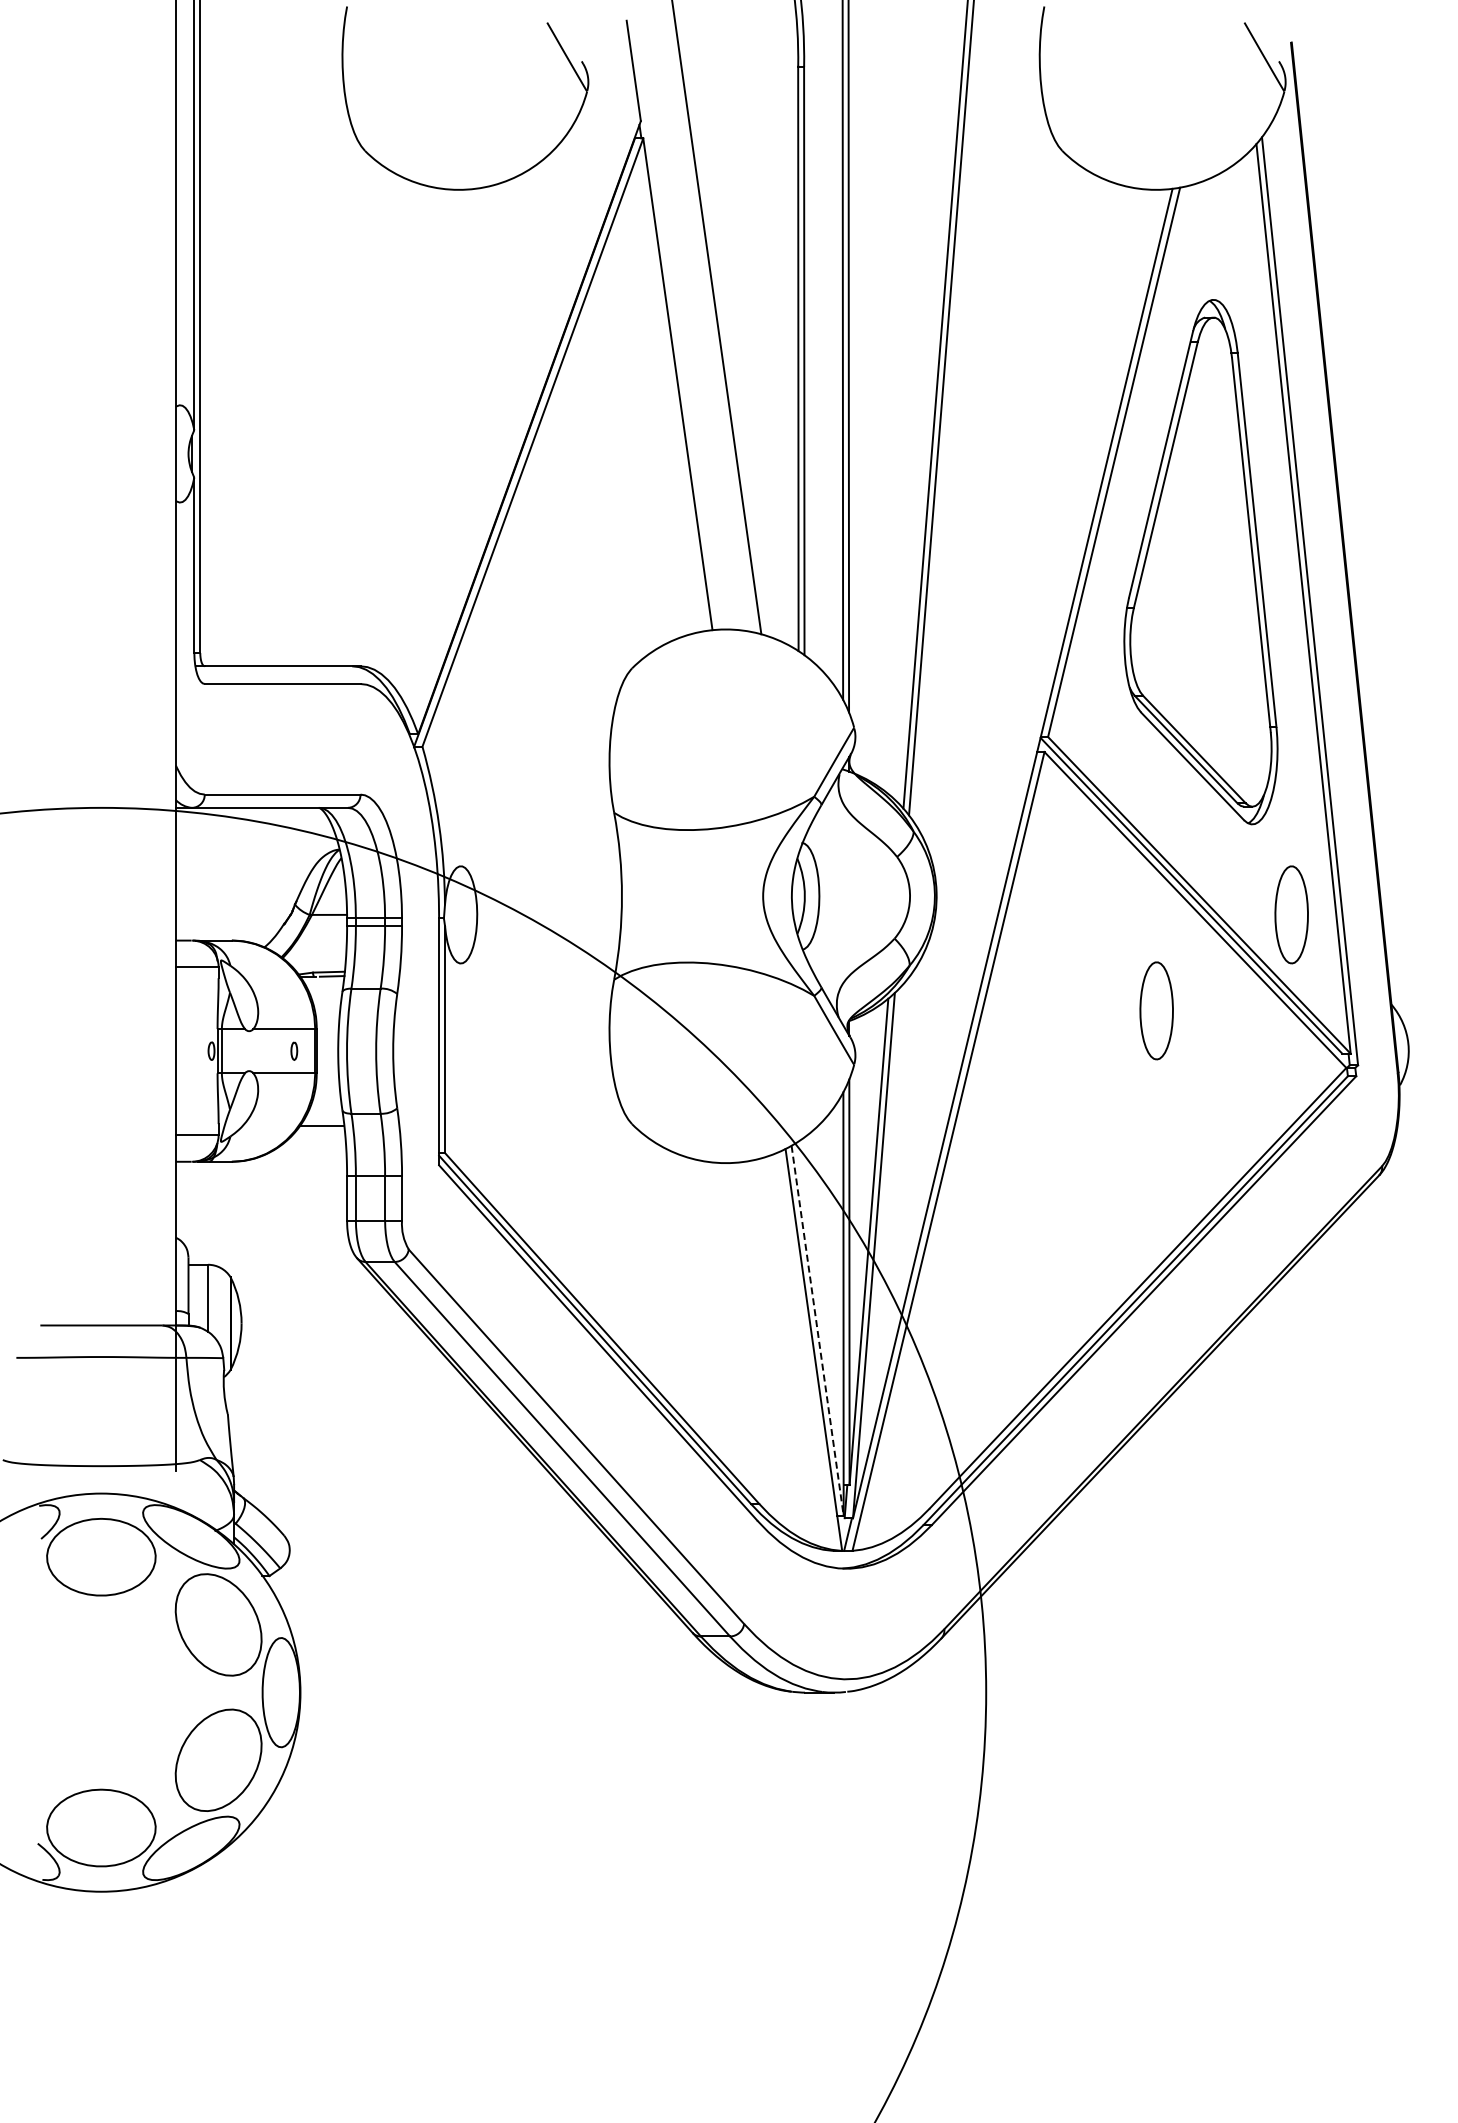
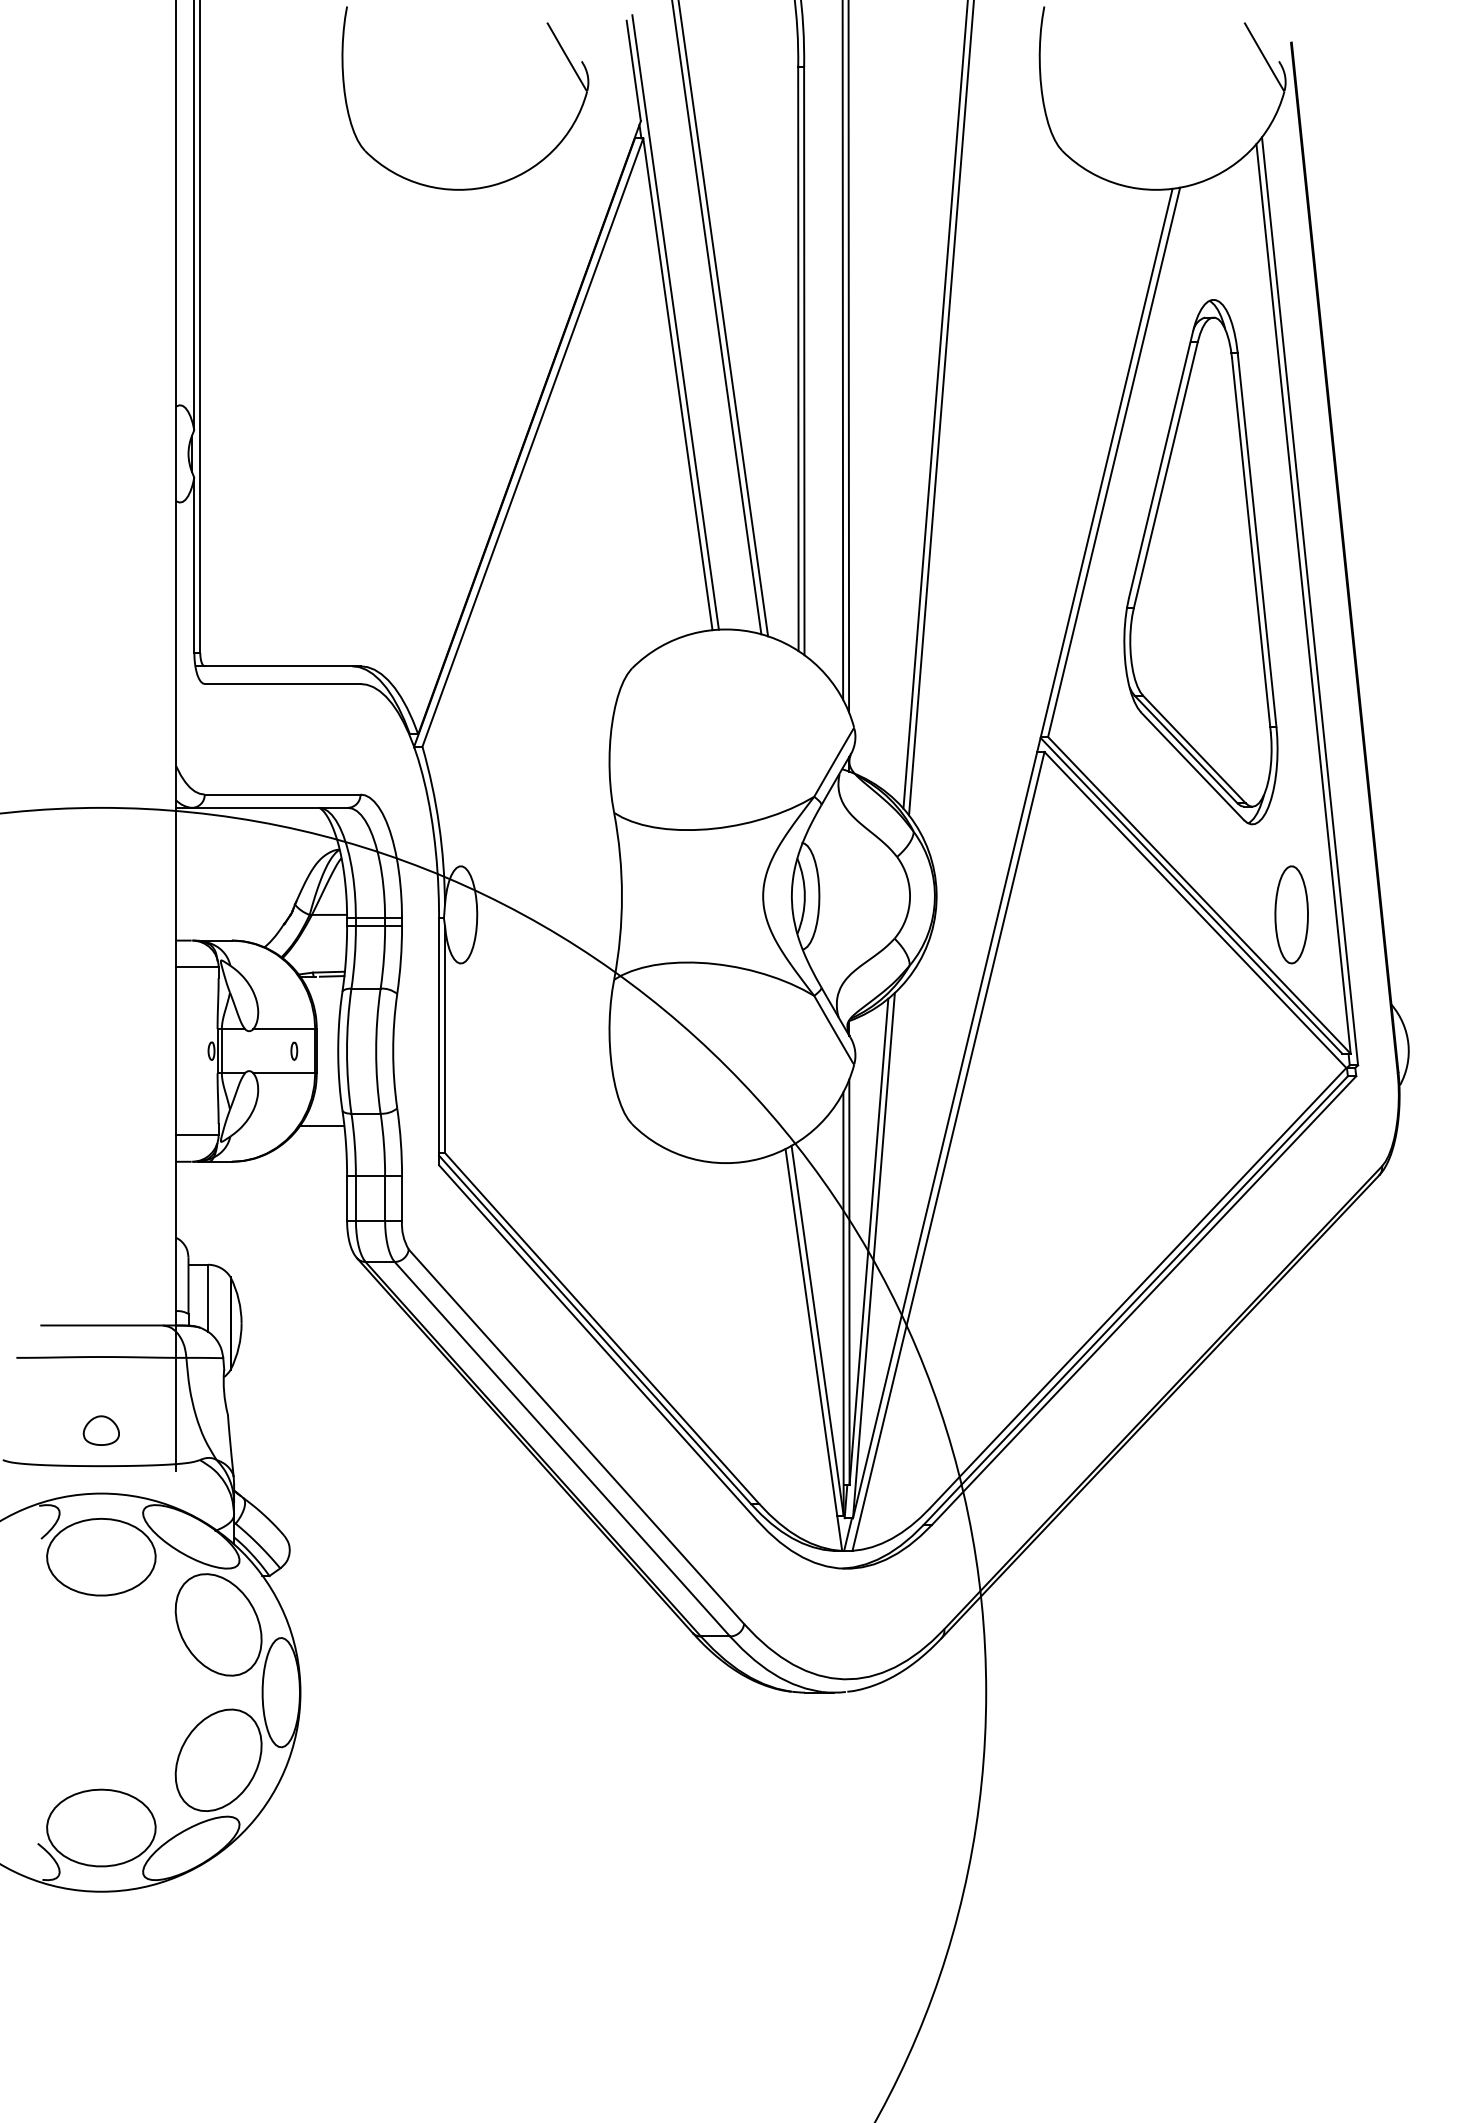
line at (723, 319): none -> present
line at (675, 322): none -> present
part at (1156, 1010): present -> none
line at (817, 1330): dashed -> solid
part at (100, 1430): none -> present
